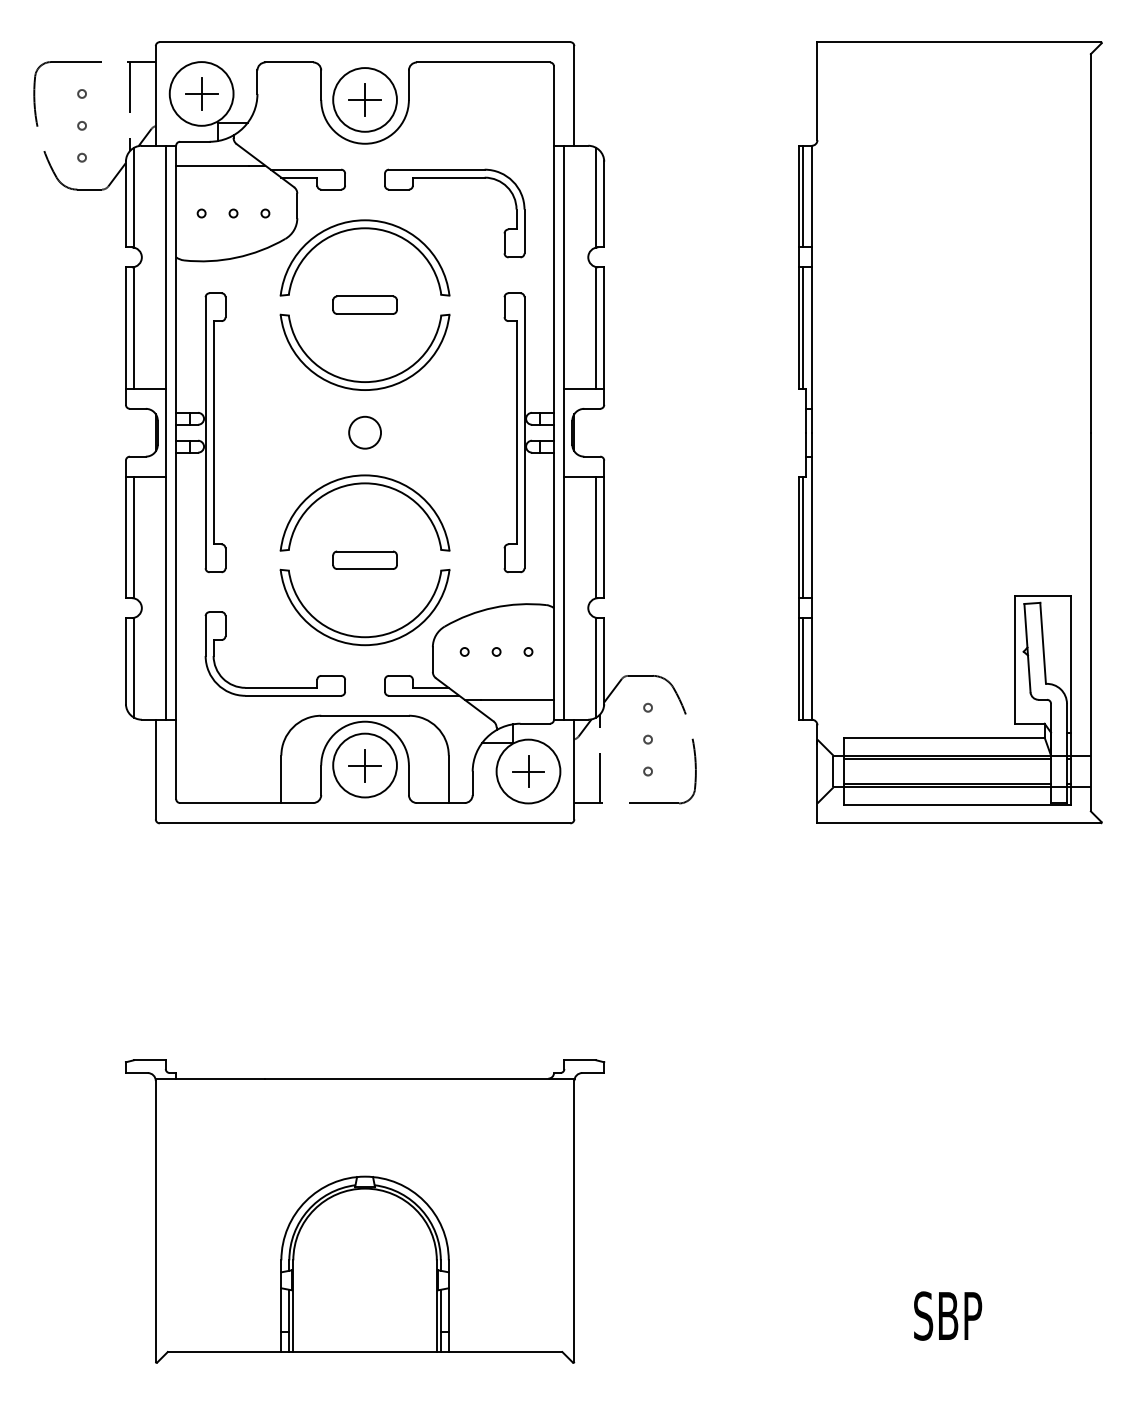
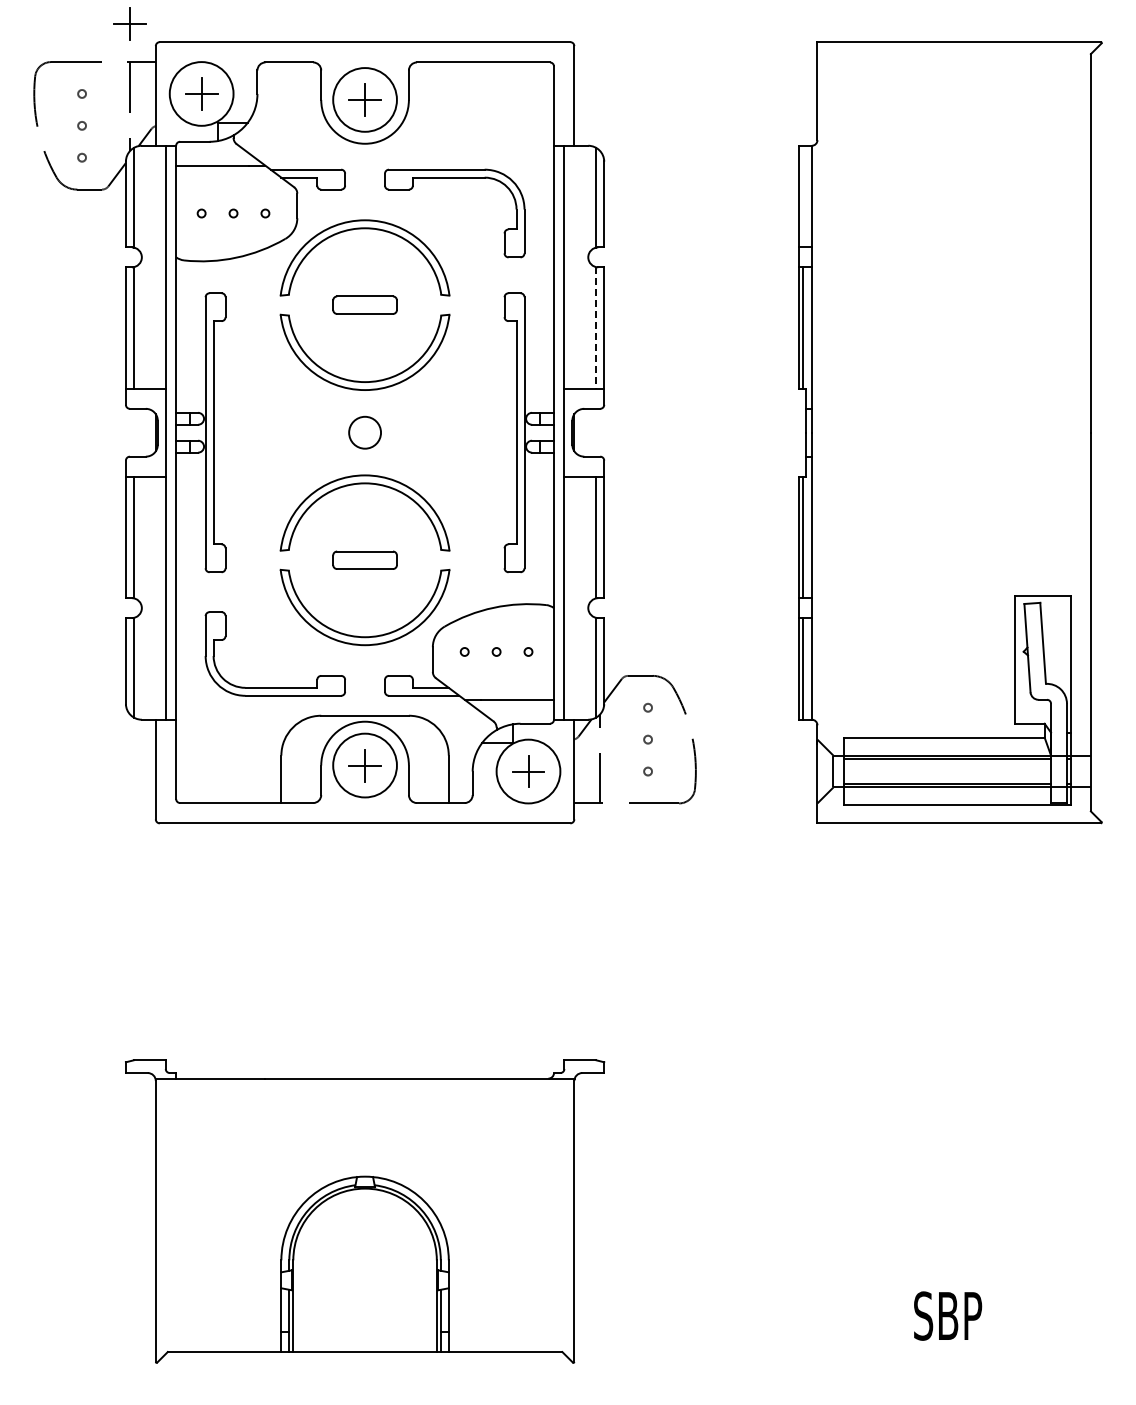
part at (129, 23): none -> present
line at (803, 196): present -> none
line at (596, 328): solid -> dashed
